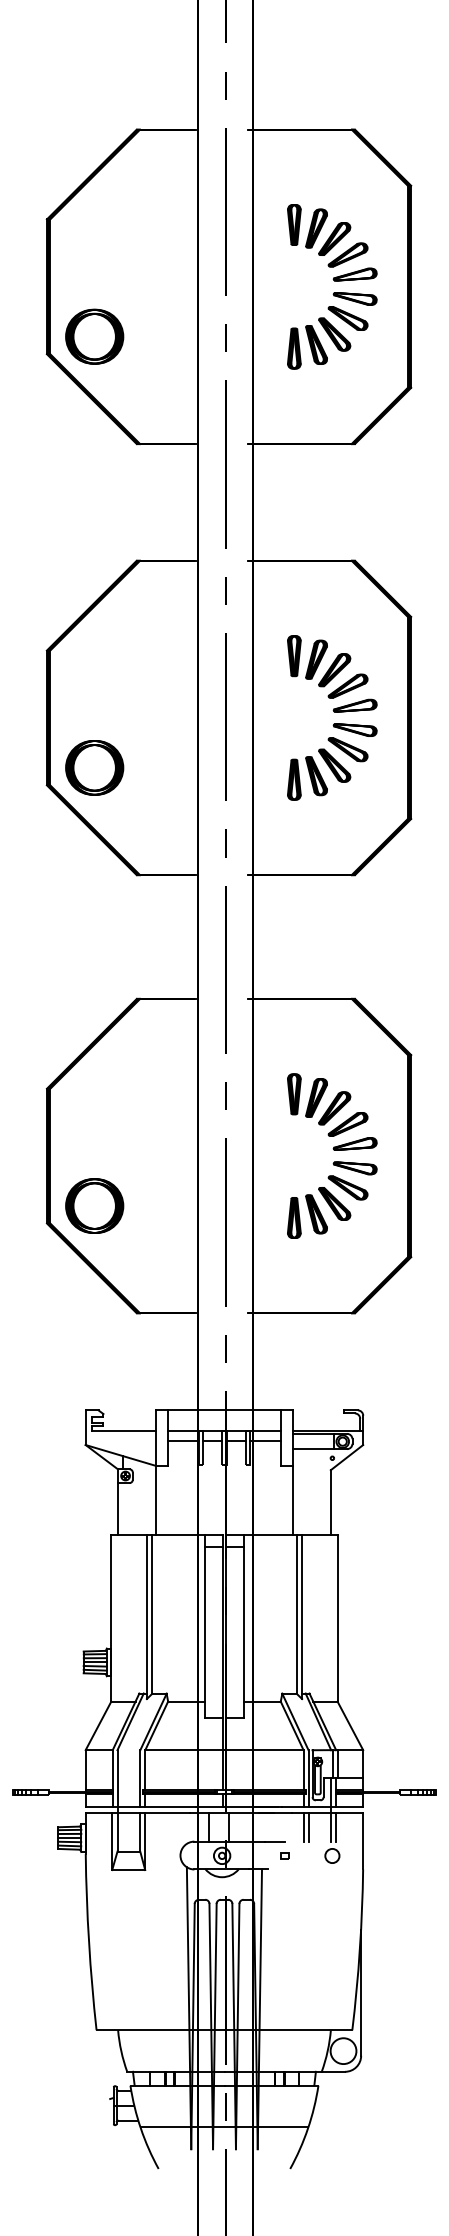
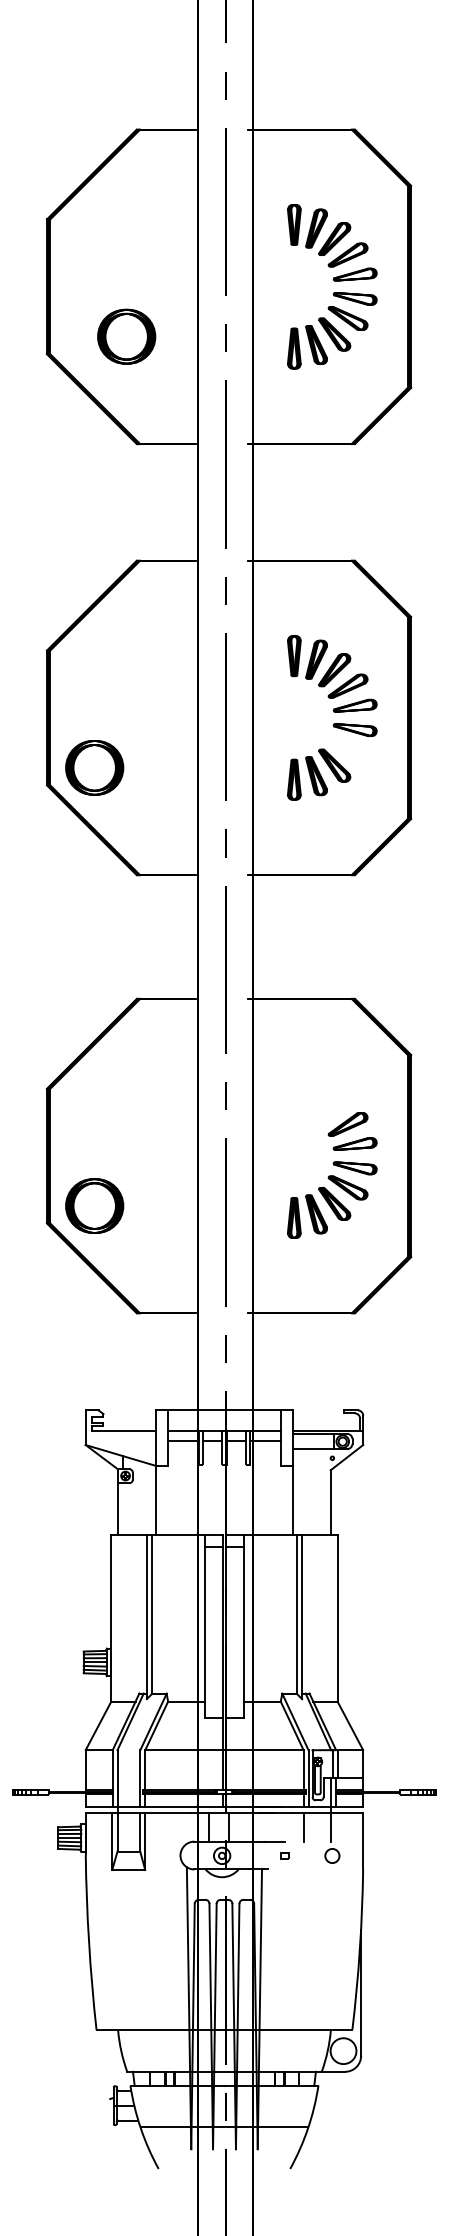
part at (94, 336) position: (94, 336) -> (126, 336)
part at (347, 749): present -> none
part at (319, 1099): present -> none
line at (308, 1827): present -> none
line at (335, 1827): present -> none
